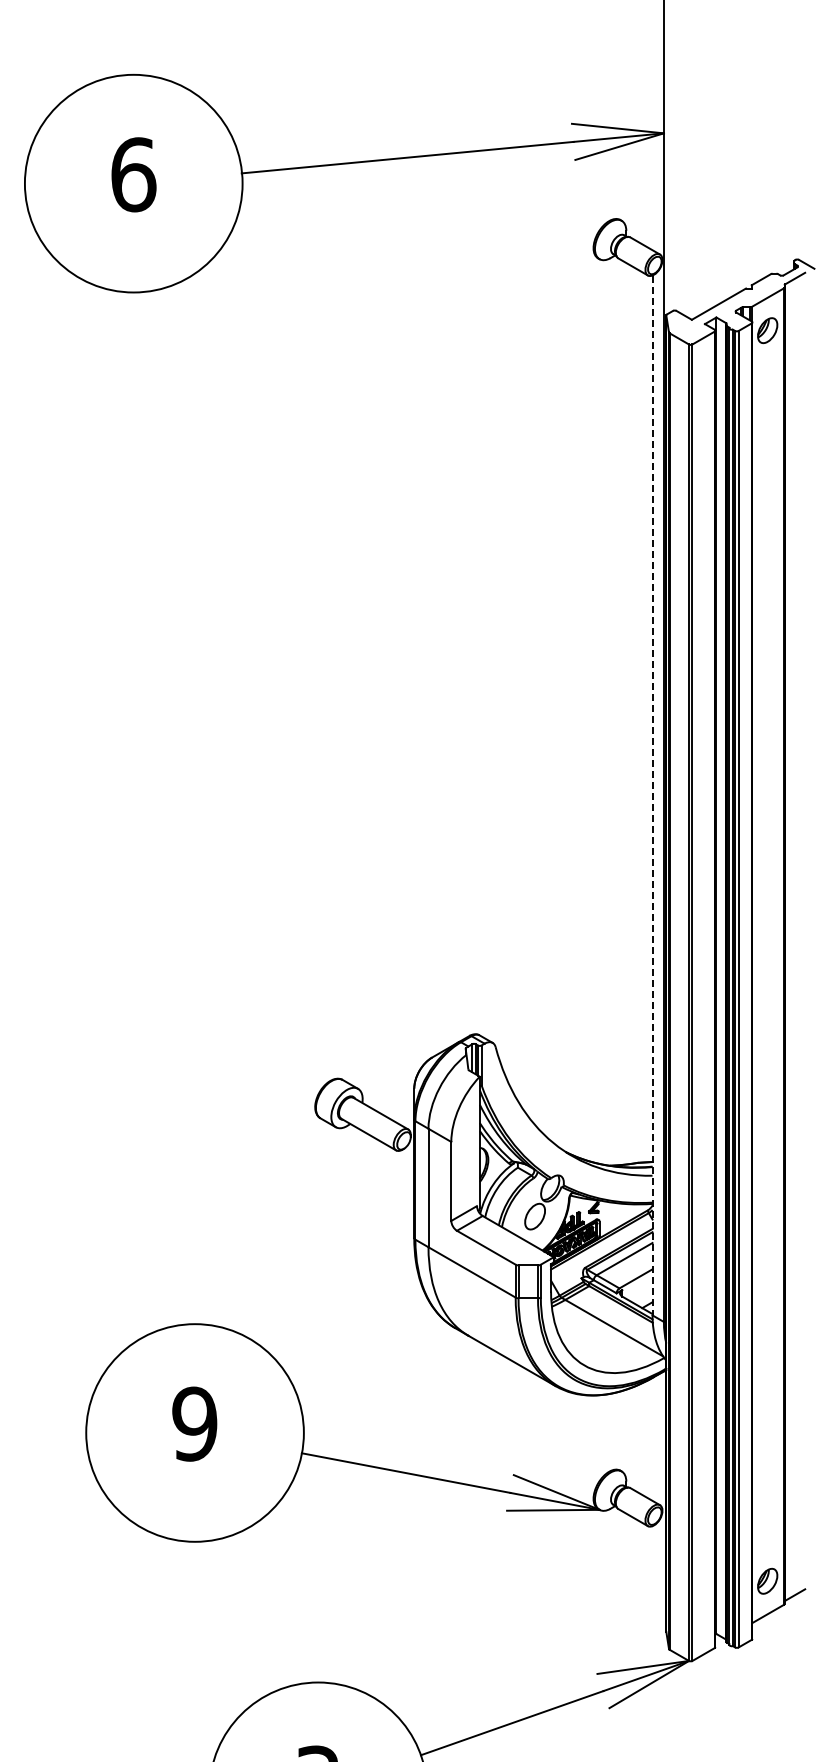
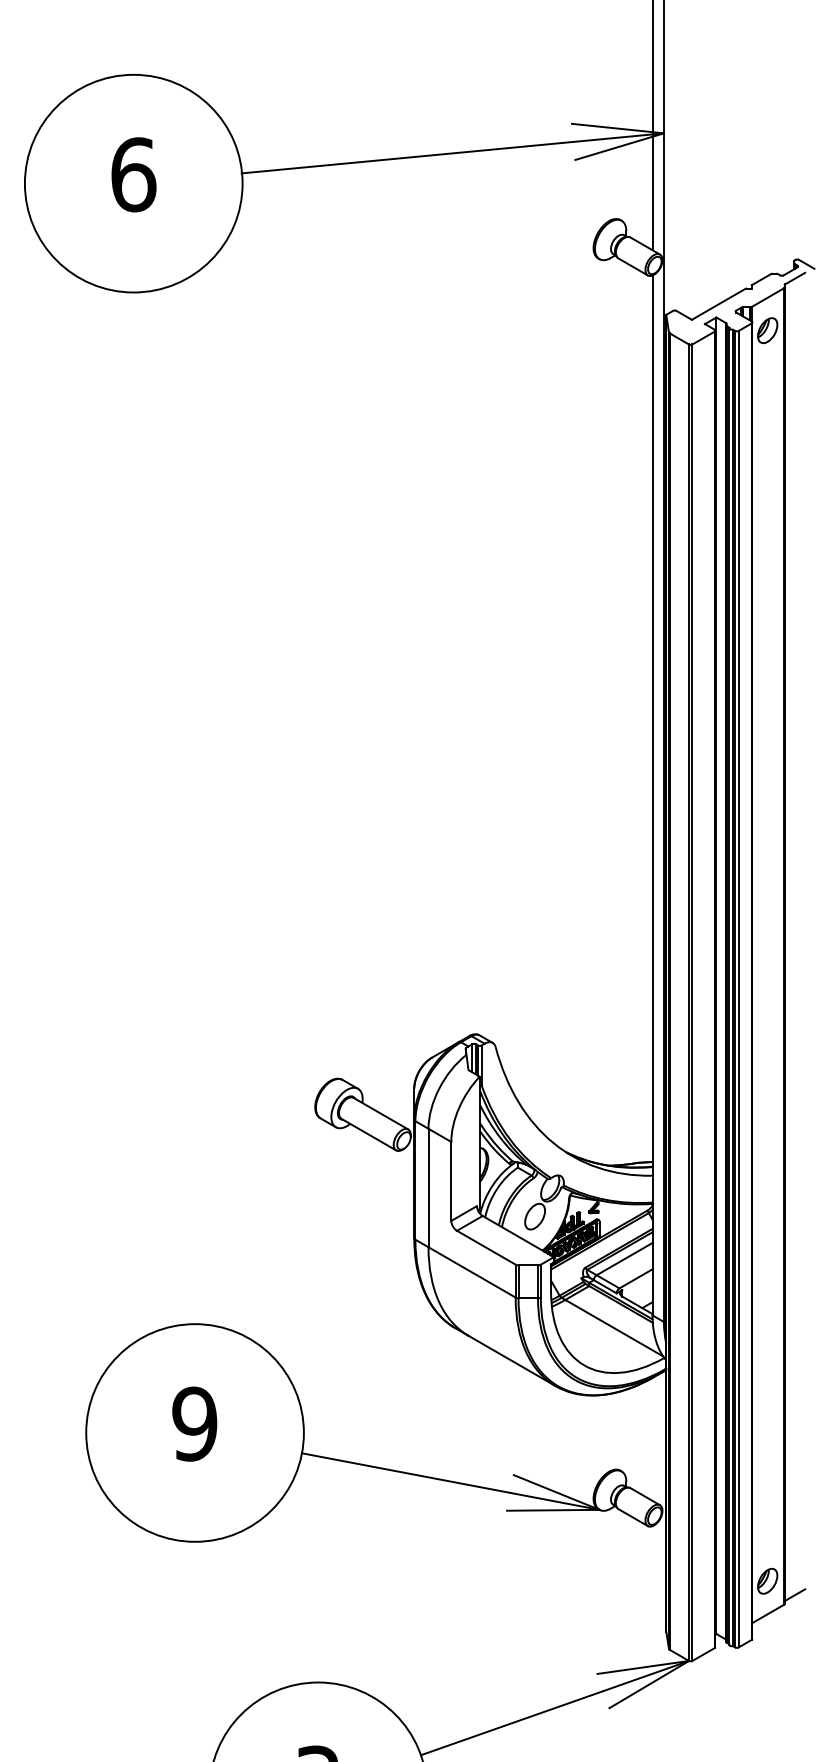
line at (652, 126): none -> present
line at (652, 795): dashed -> solid
